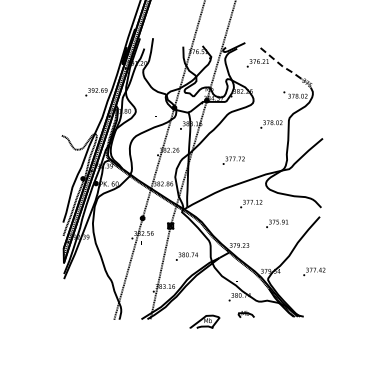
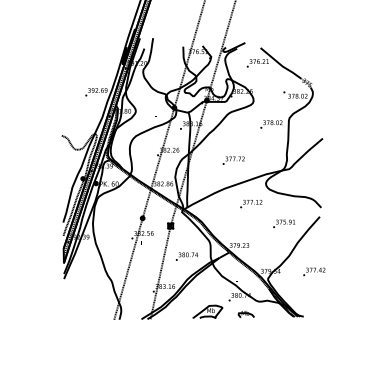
line at (281, 65): dashed -> solid
text at (277, 223) position: (277, 223) -> (284, 223)
part at (204, 321) position: (204, 321) -> (207, 311)
